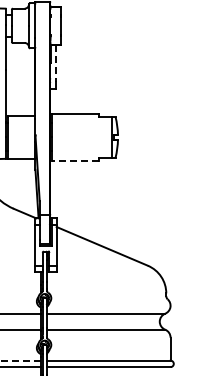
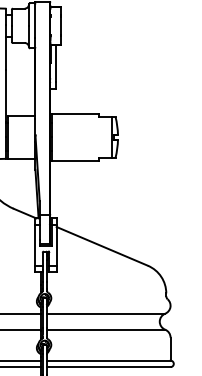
line at (56, 63): dashed -> solid
line at (75, 160): dashed -> solid
line at (20, 360): dashed -> solid
